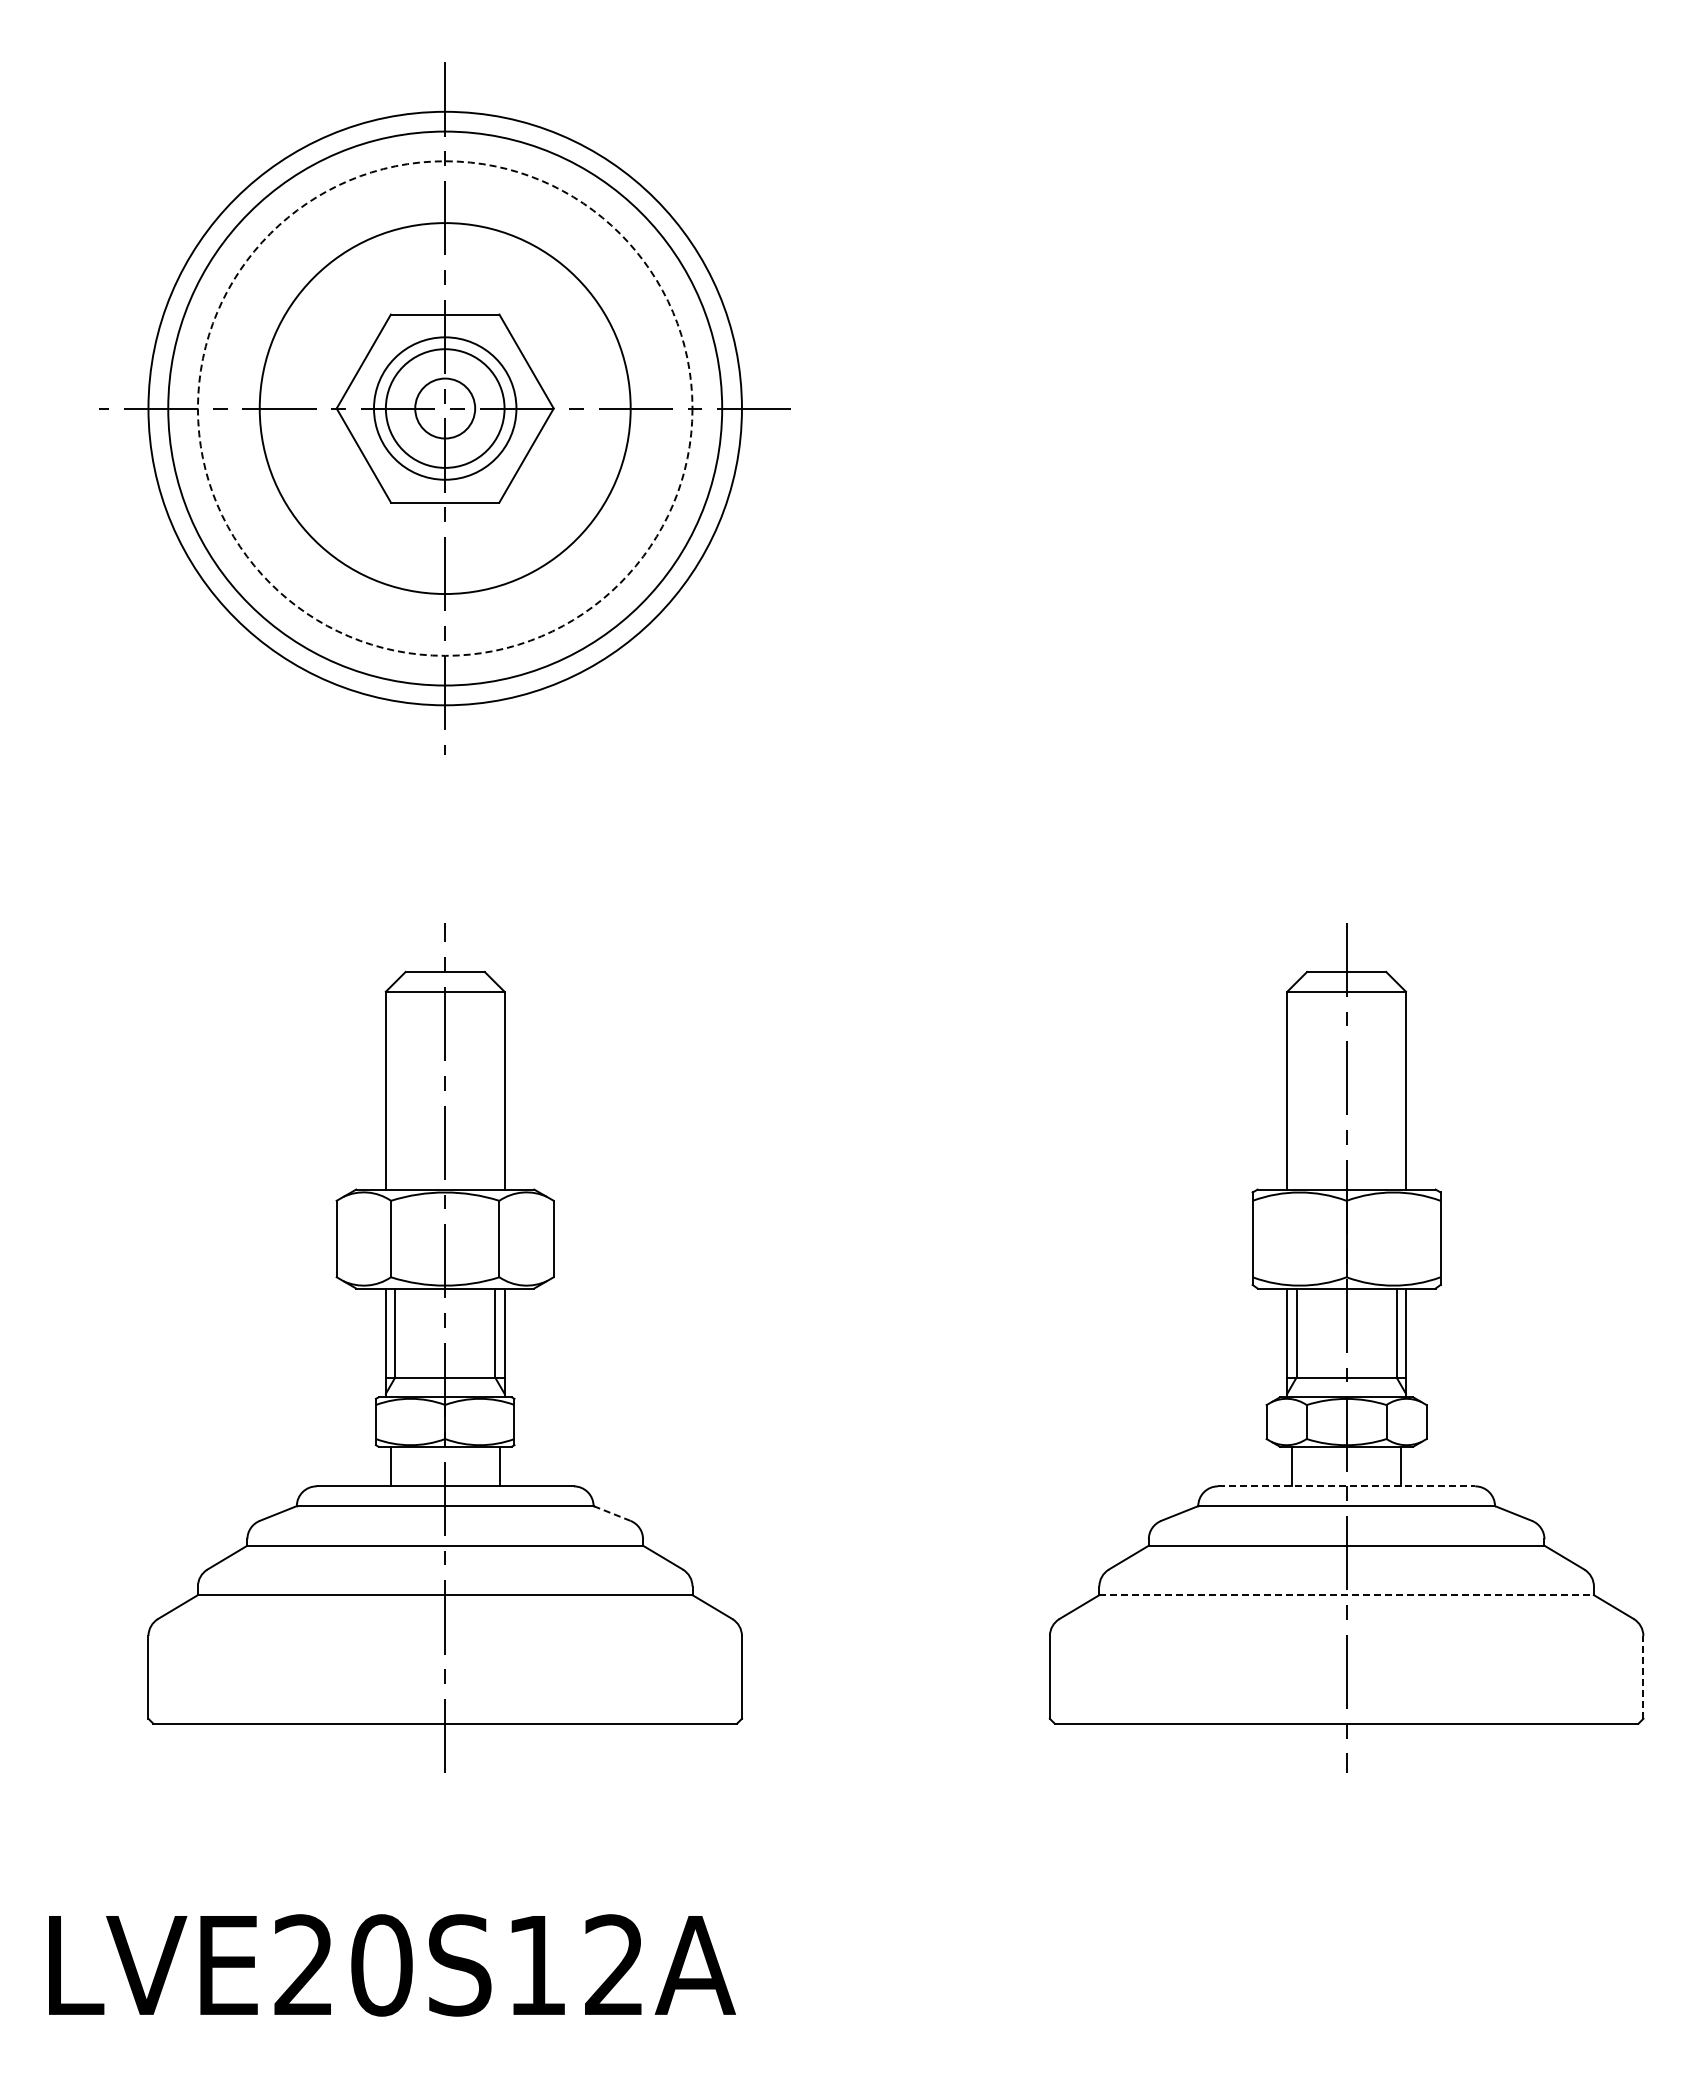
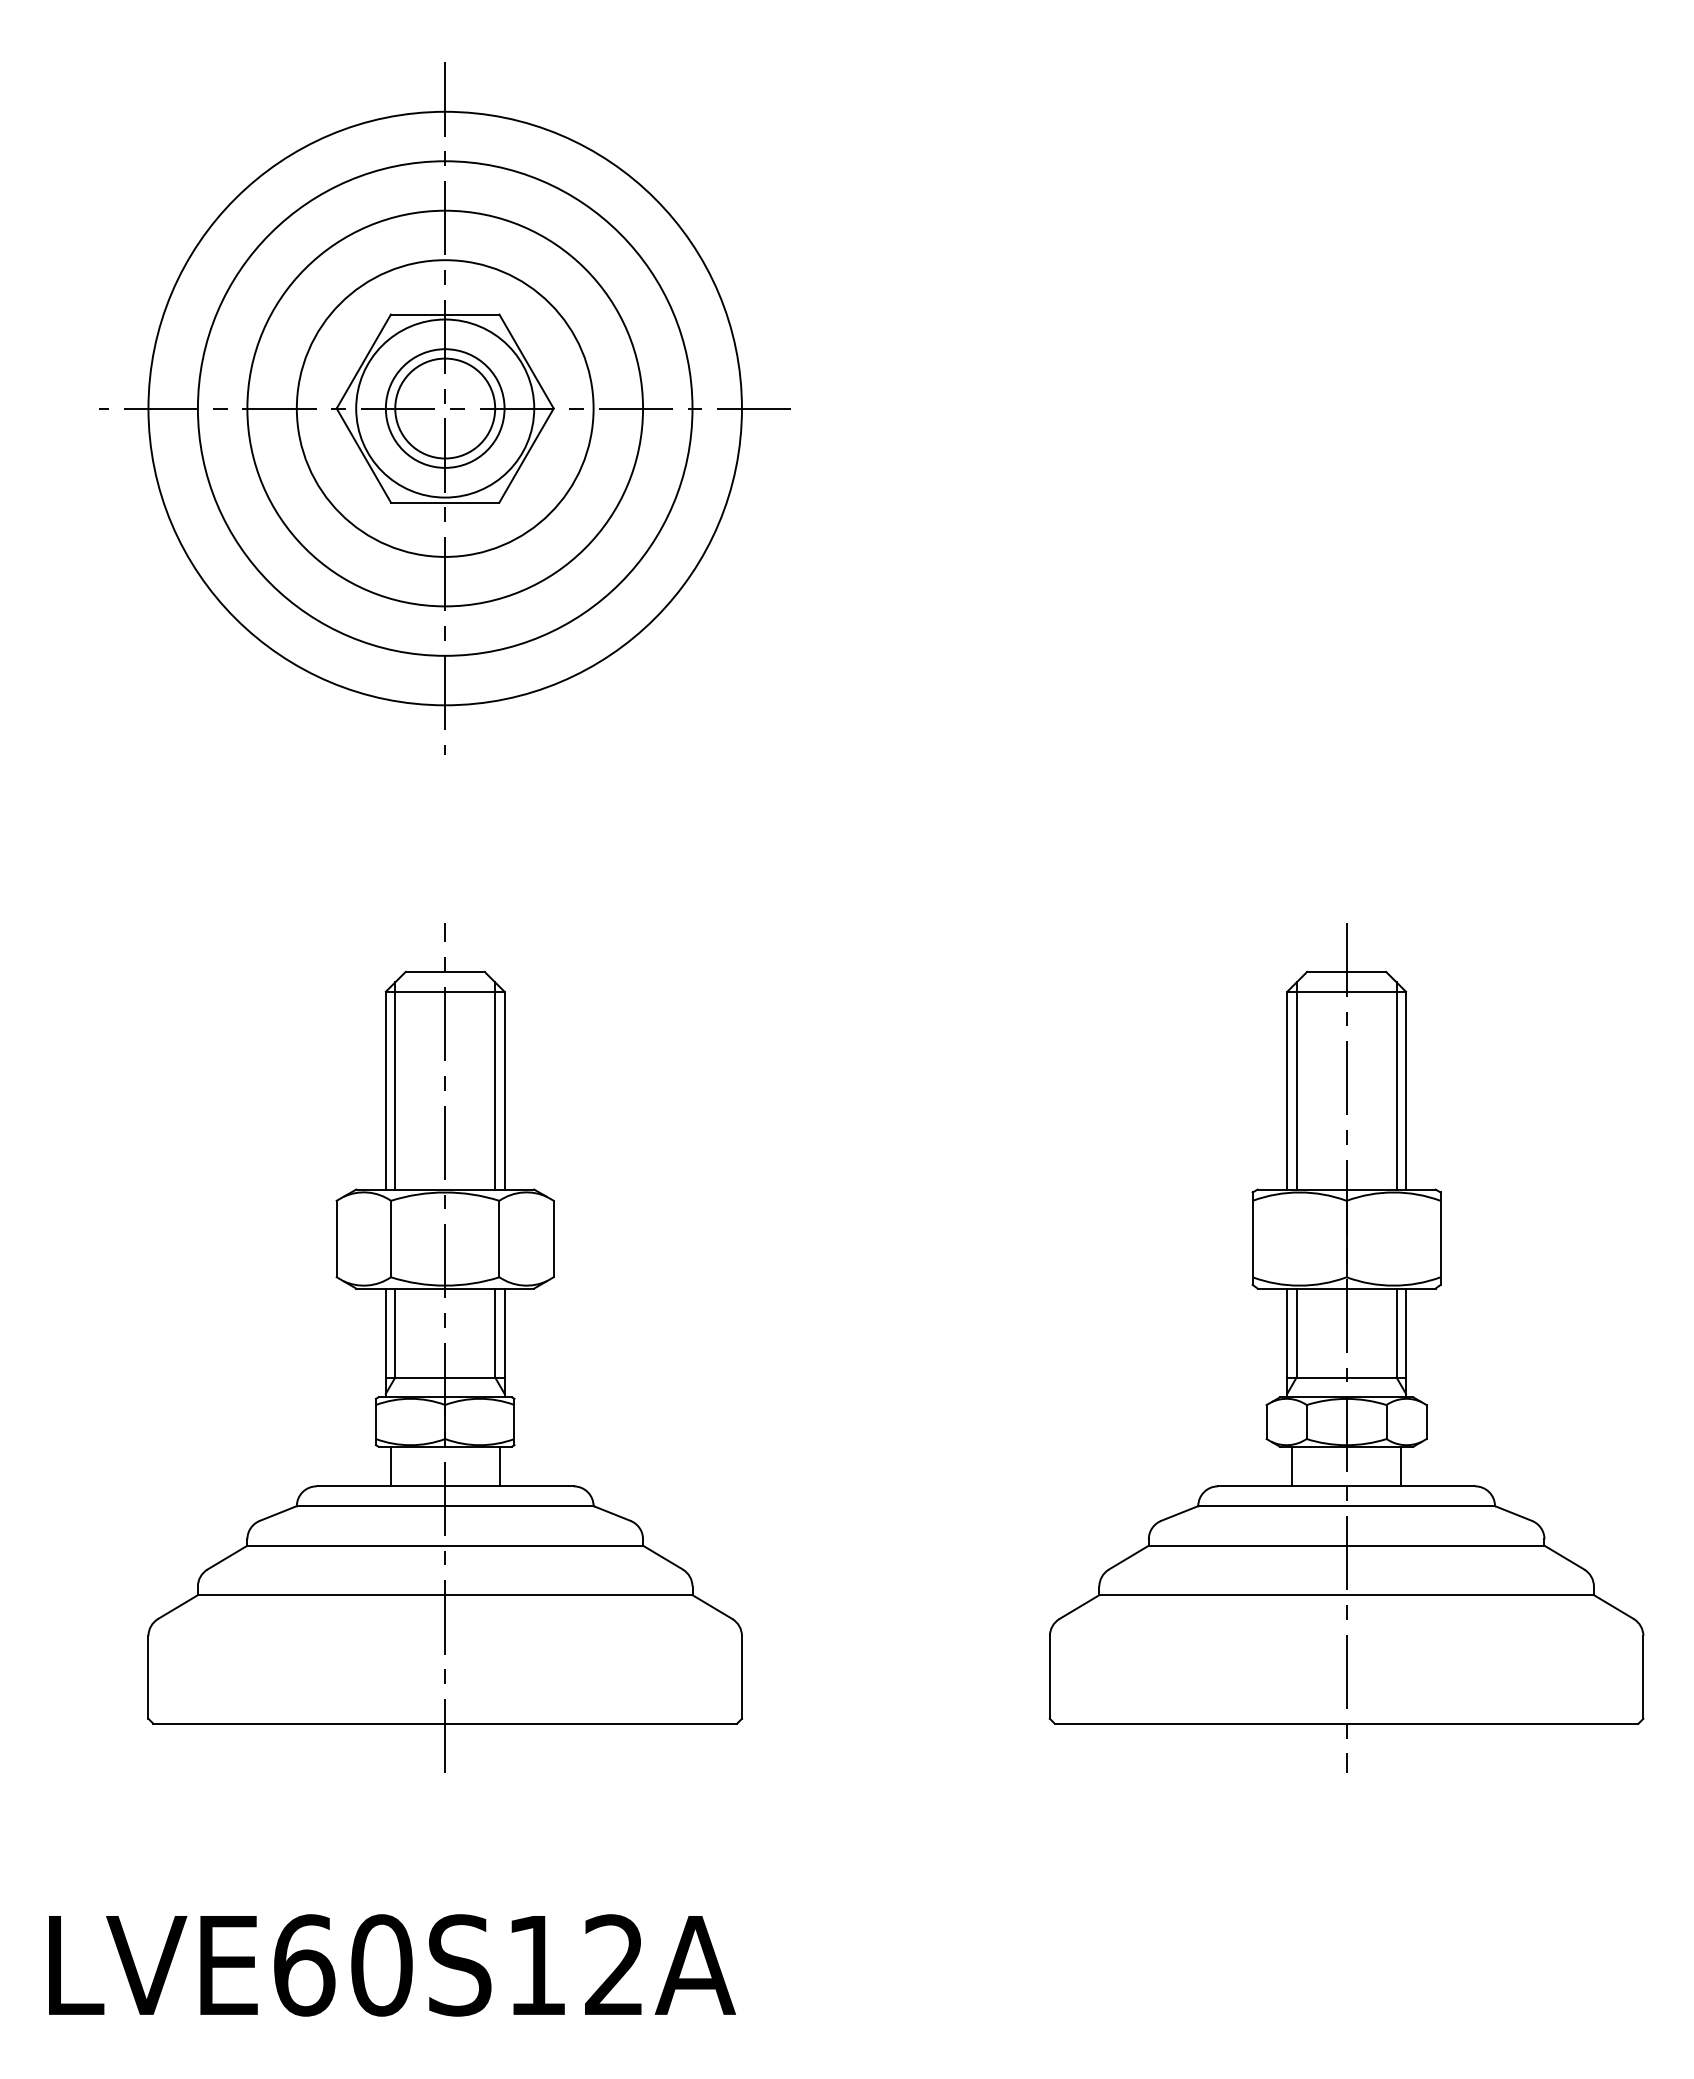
circle at (444, 408) diameter: 371 px -> 297 px
circle at (444, 408): dashed -> solid
circle at (445, 408) diameter: 142 px -> 178 px
circle at (445, 408) diameter: 554 px -> 396 px
circle at (445, 408) diameter: 60 px -> 100 px
line at (395, 1085): none -> present
line at (495, 1085): none -> present
line at (1296, 1085): none -> present
line at (1396, 1085): none -> present
line at (1346, 1486): dashed -> solid
line at (612, 1513): dashed -> solid
line at (1347, 1595): dashed -> solid
line at (1643, 1676): dashed -> solid
text at (304, 1965): LVE20S12A -> LVE60S12A
